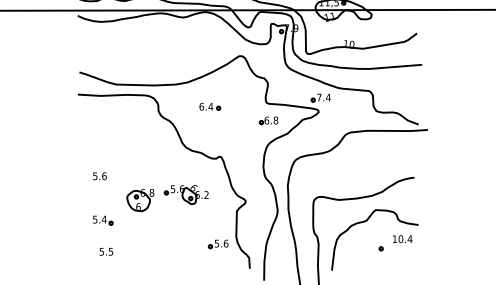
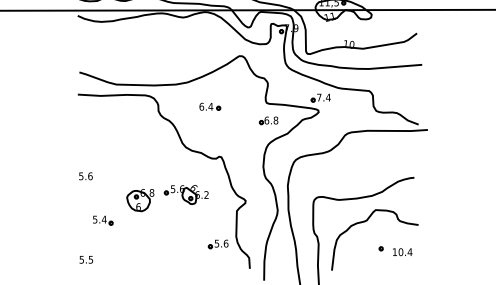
text at (99, 176) position: (99, 176) -> (85, 176)
text at (402, 239) position: (402, 239) -> (402, 252)
text at (106, 251) position: (106, 251) -> (86, 259)
